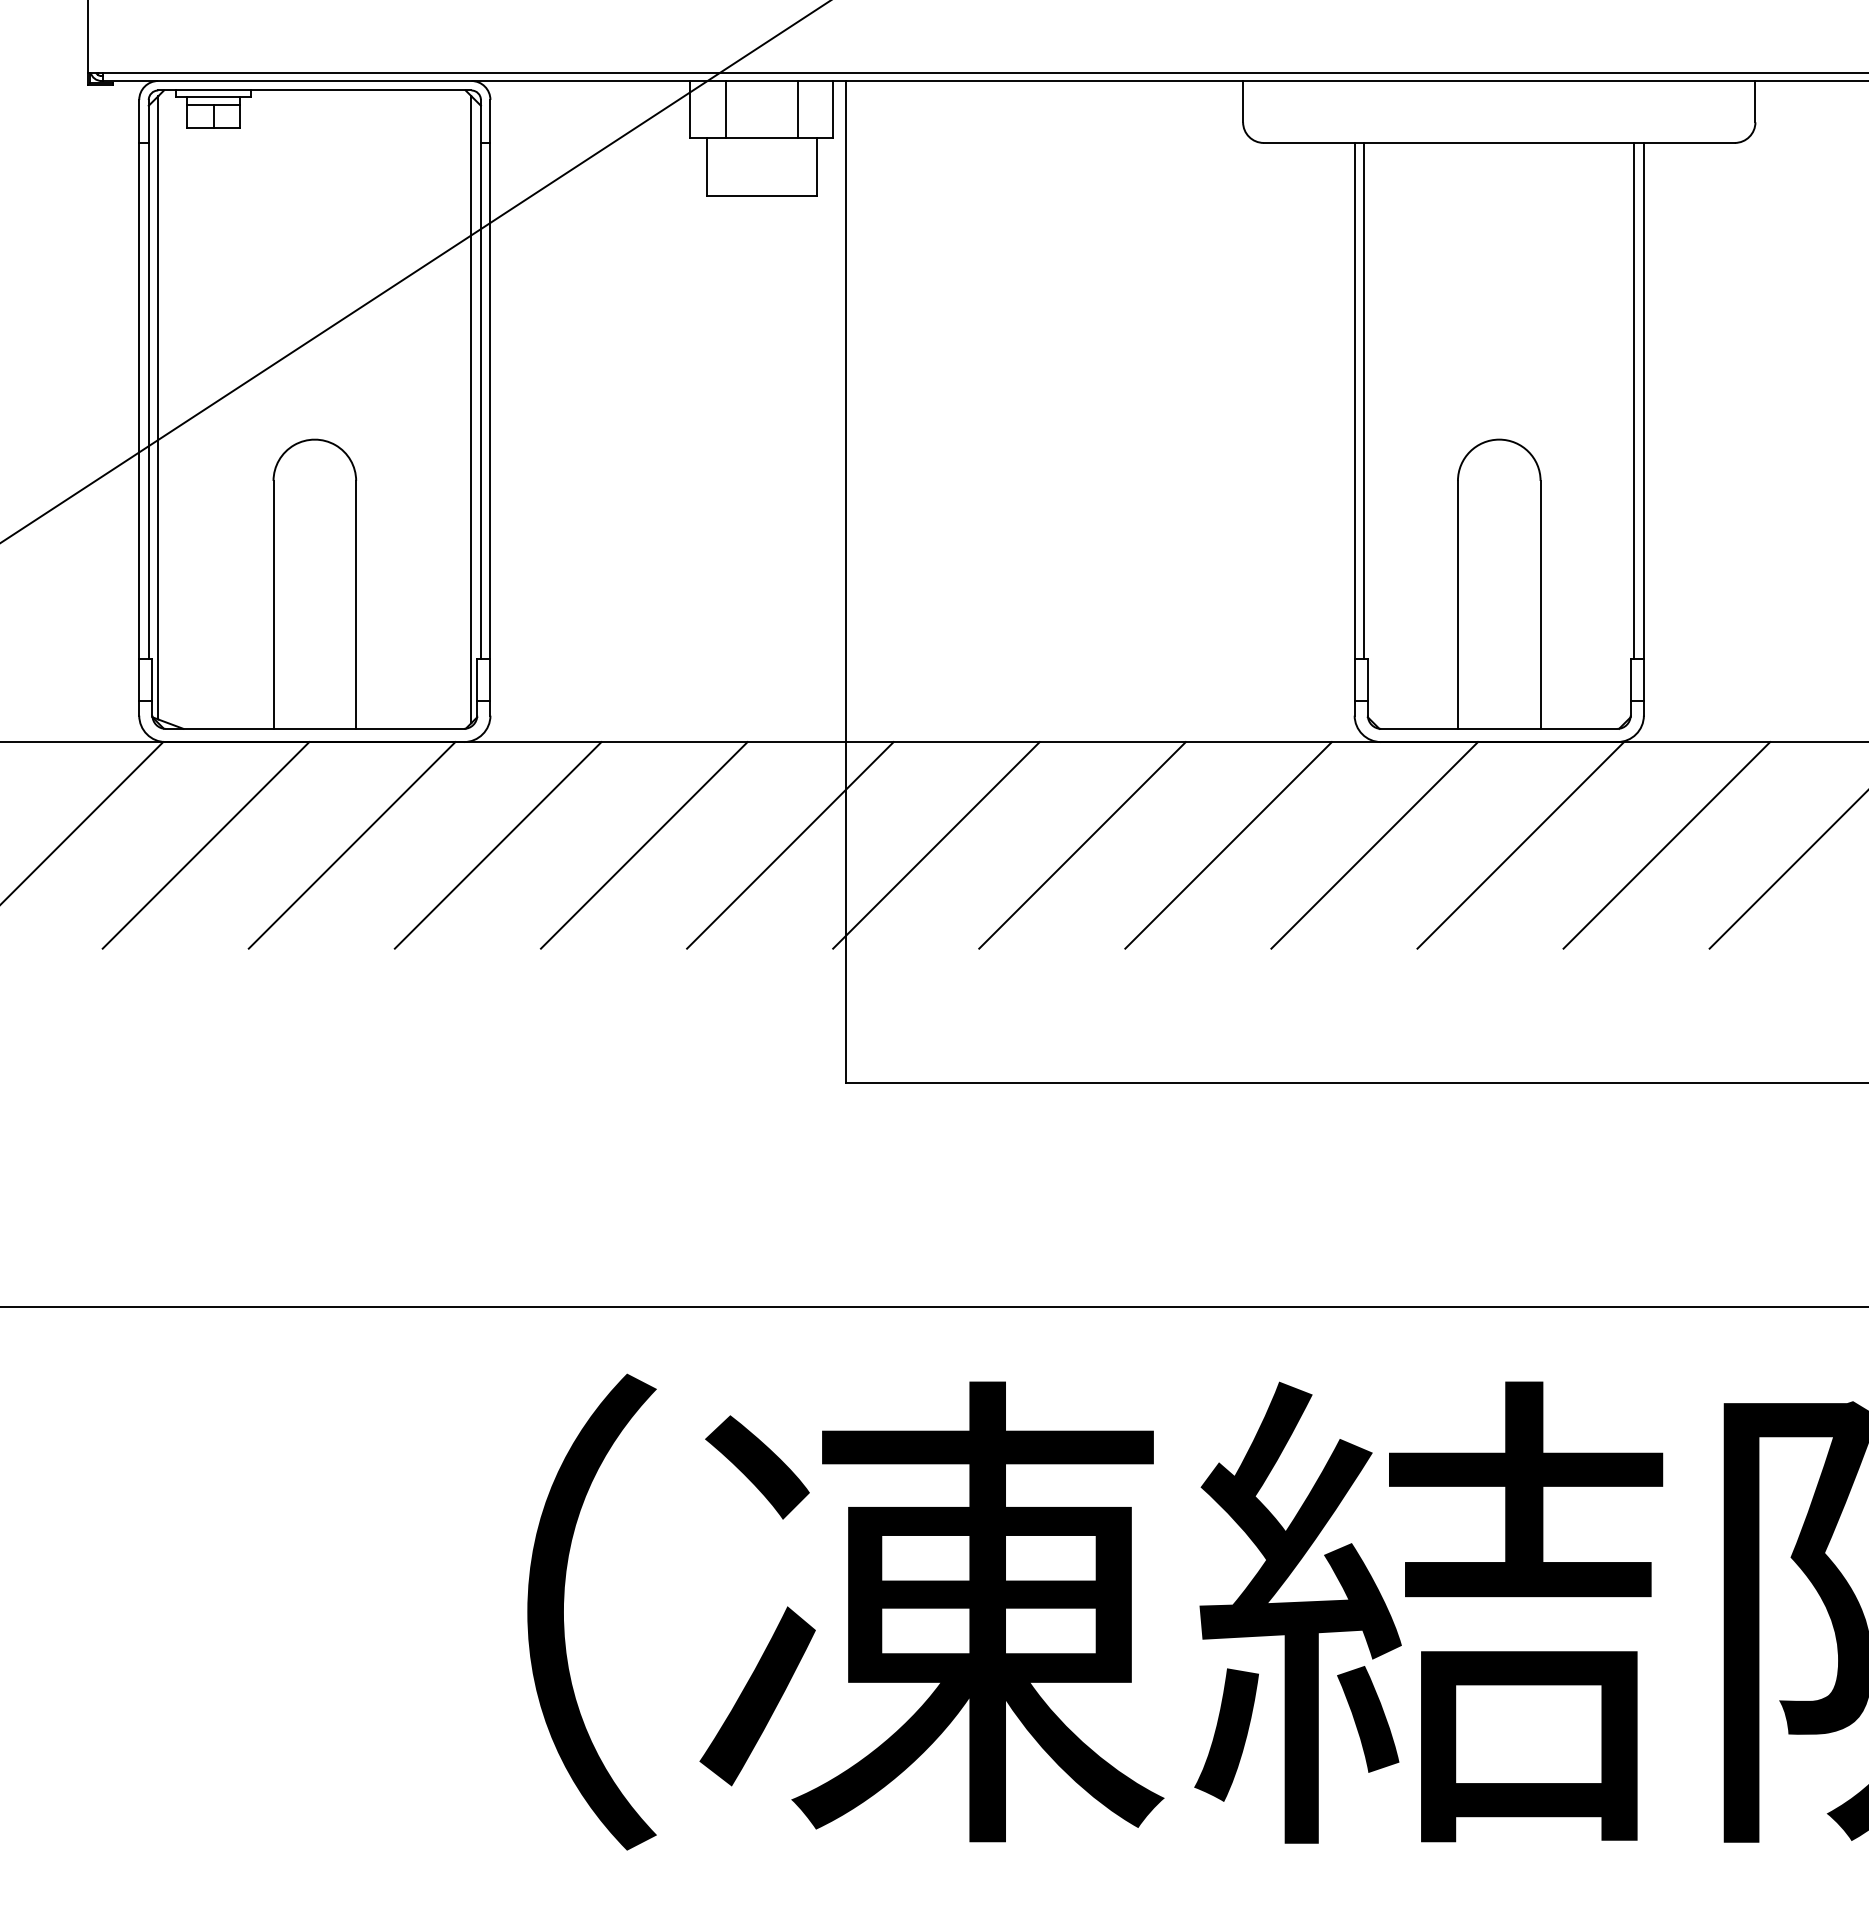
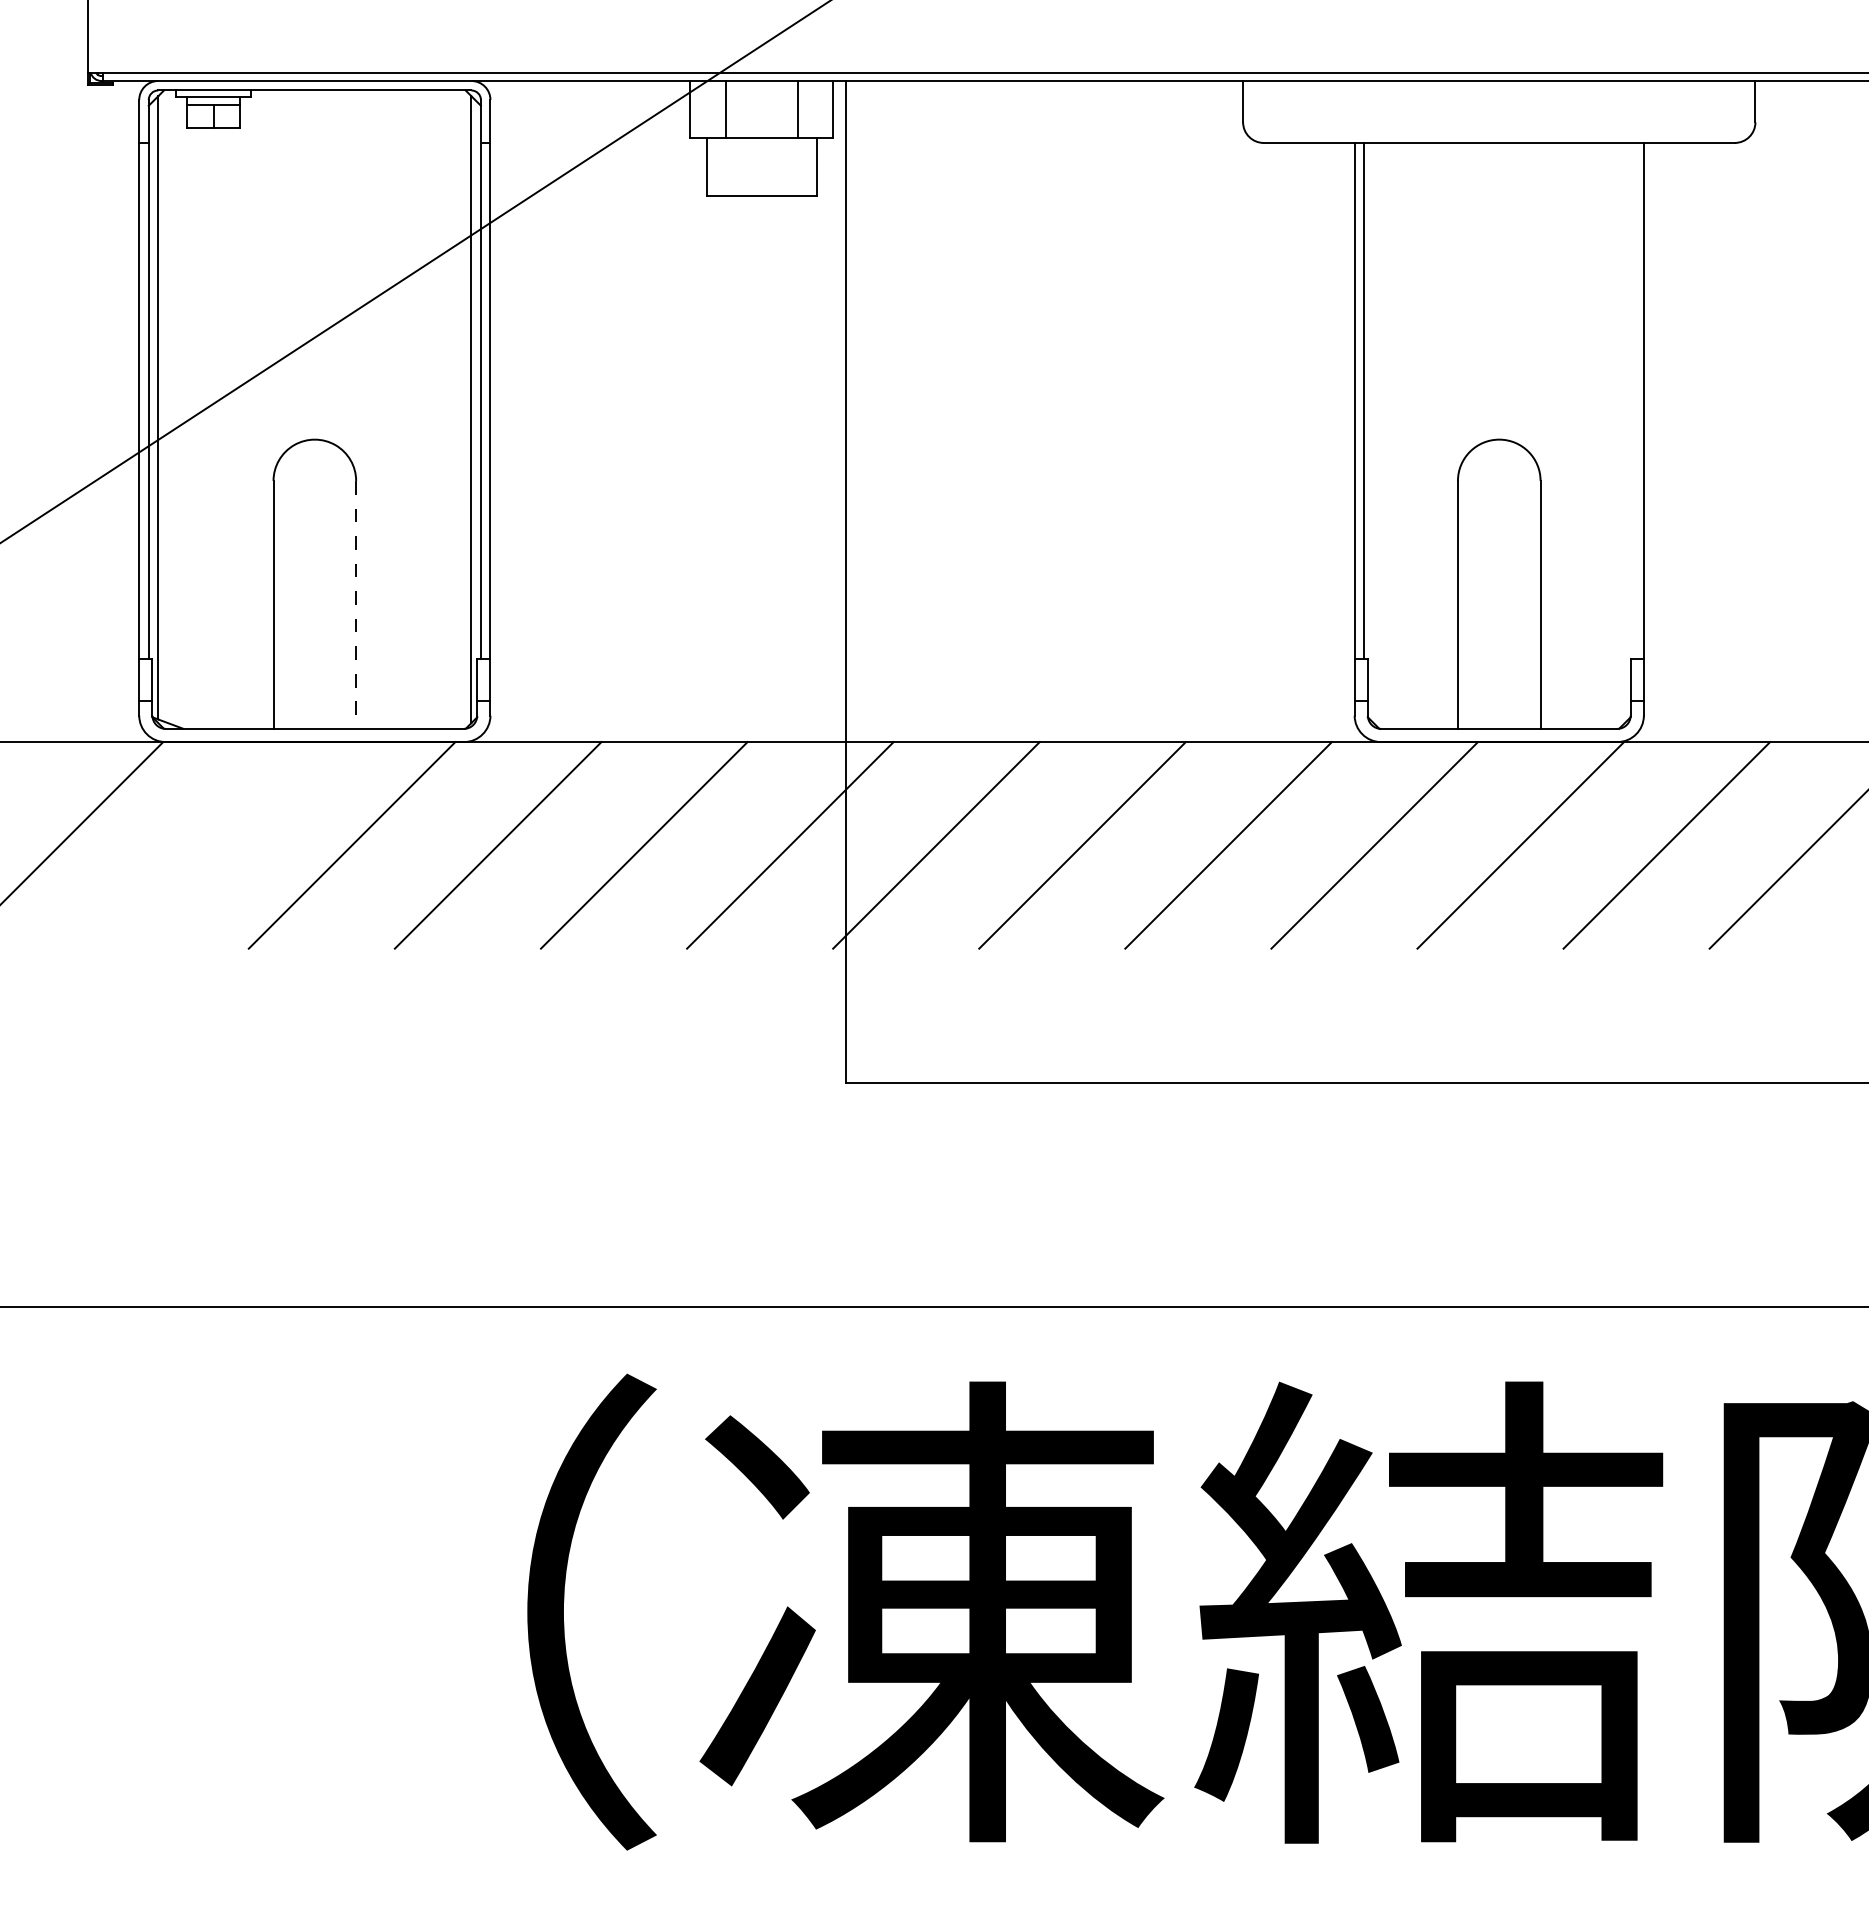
line at (1634, 400): present -> none
line at (356, 604): solid -> dashed
line at (205, 845): present -> none
